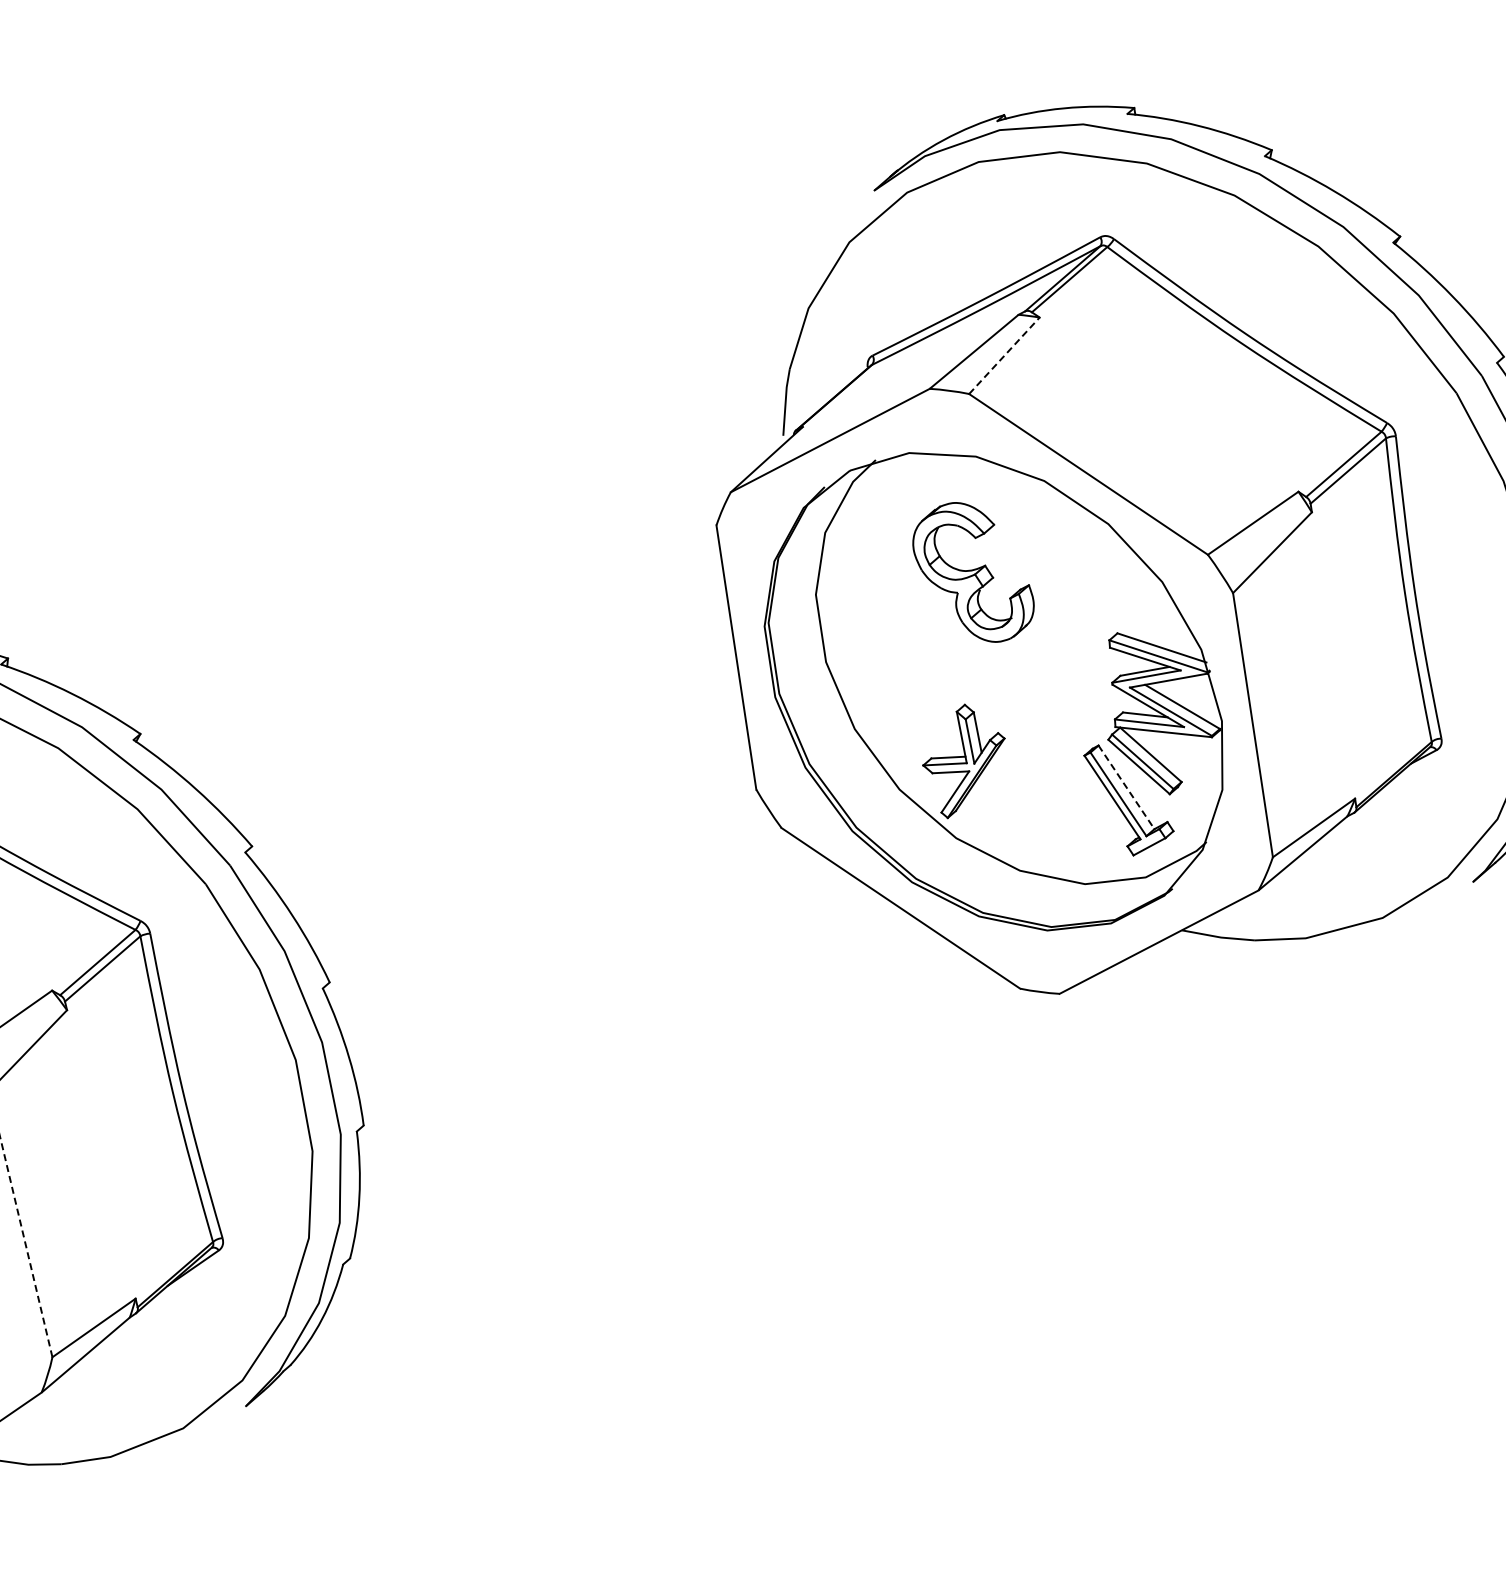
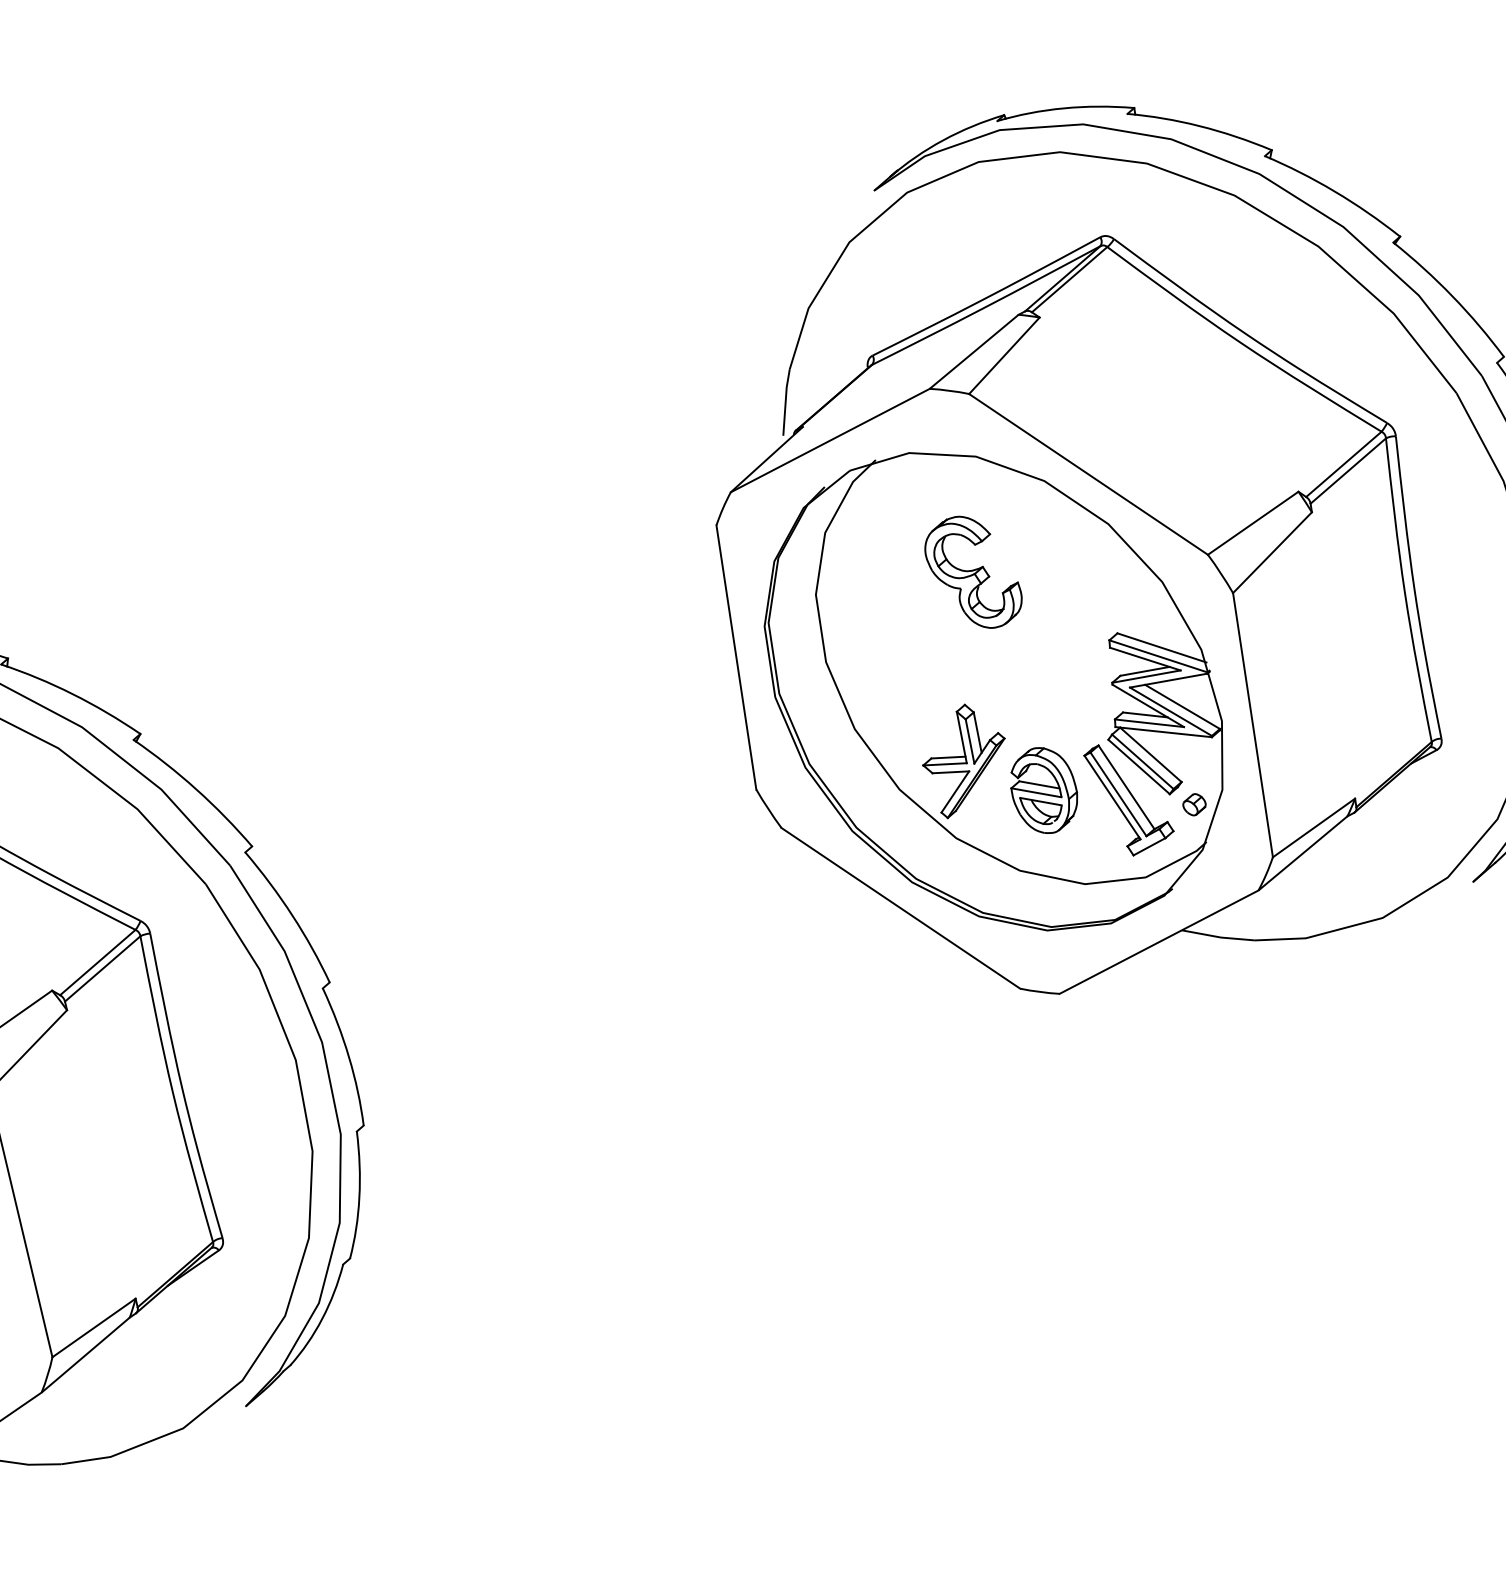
line at (1004, 355): dashed -> solid
part at (973, 572) size: 123x141 px -> 99x114 px
line at (1126, 787): dashed -> solid
part at (1044, 790): none -> present
part at (1194, 804): none -> present
line at (26, 1246): dashed -> solid
